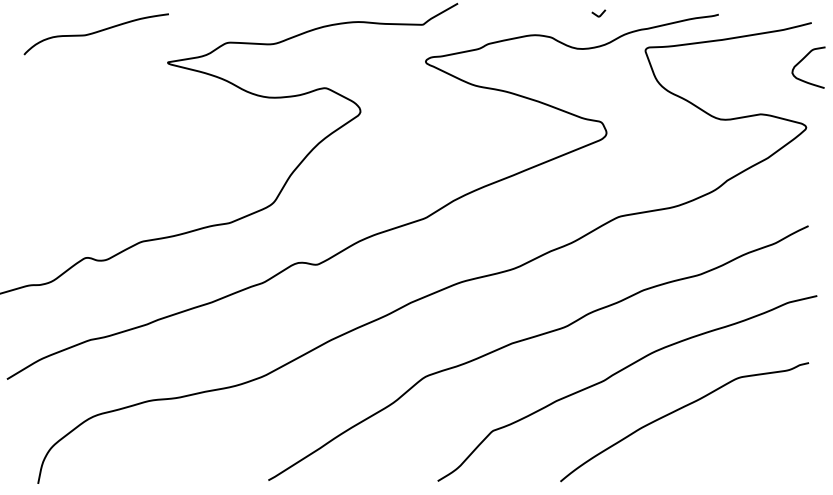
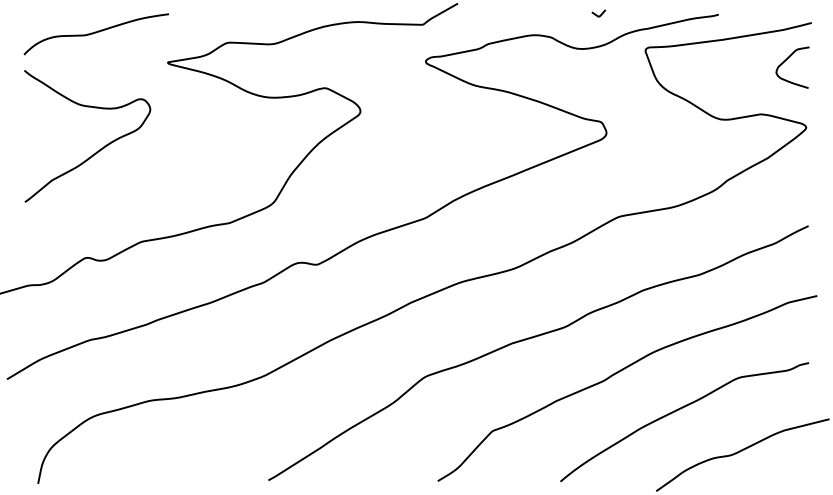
curve at (802, 60) position: (802, 60) -> (786, 60)
curve at (96, 151): none -> present
curve at (740, 452): none -> present
